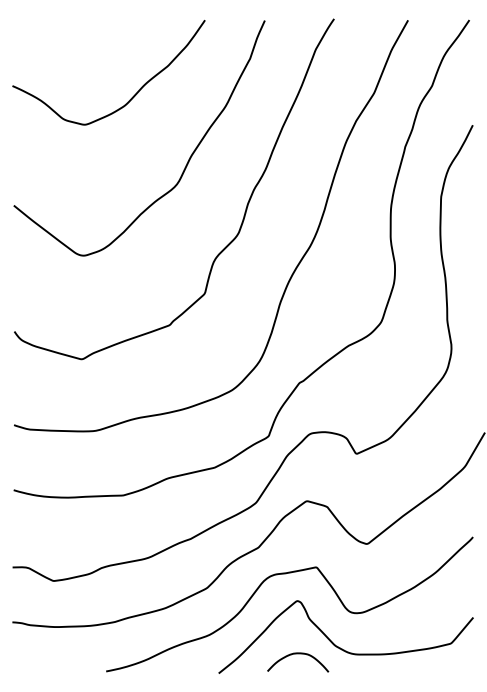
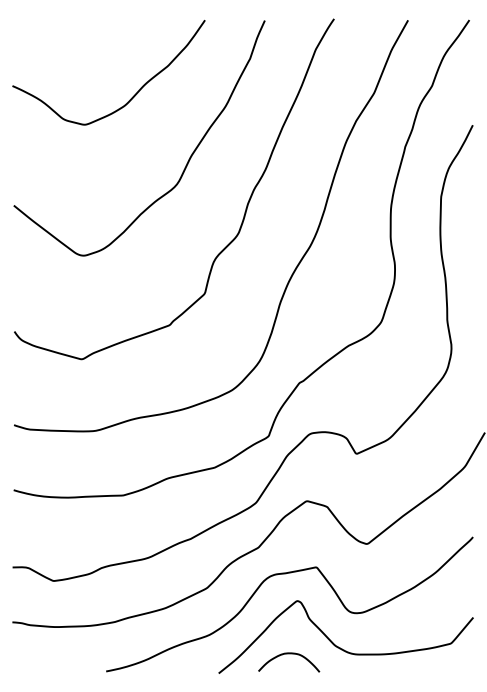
curve at (298, 654) position: (298, 654) -> (289, 654)
